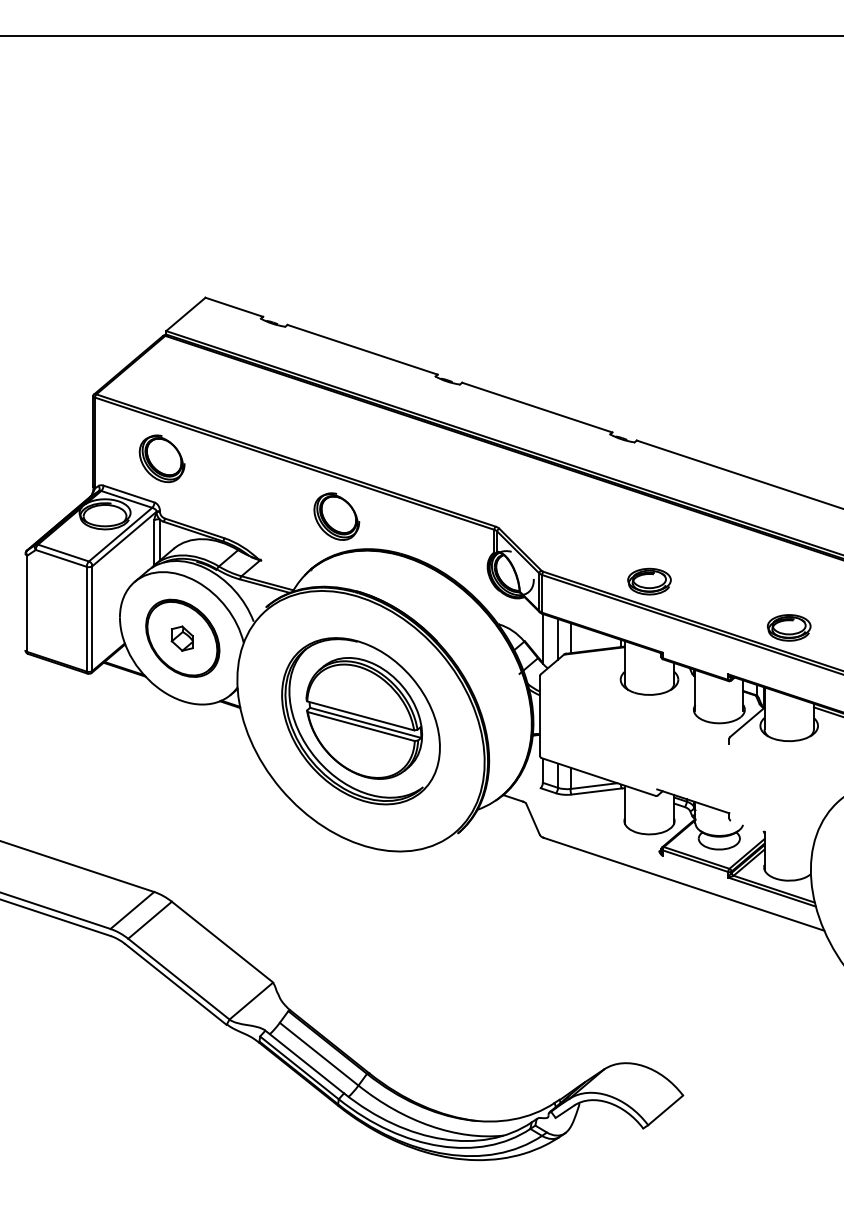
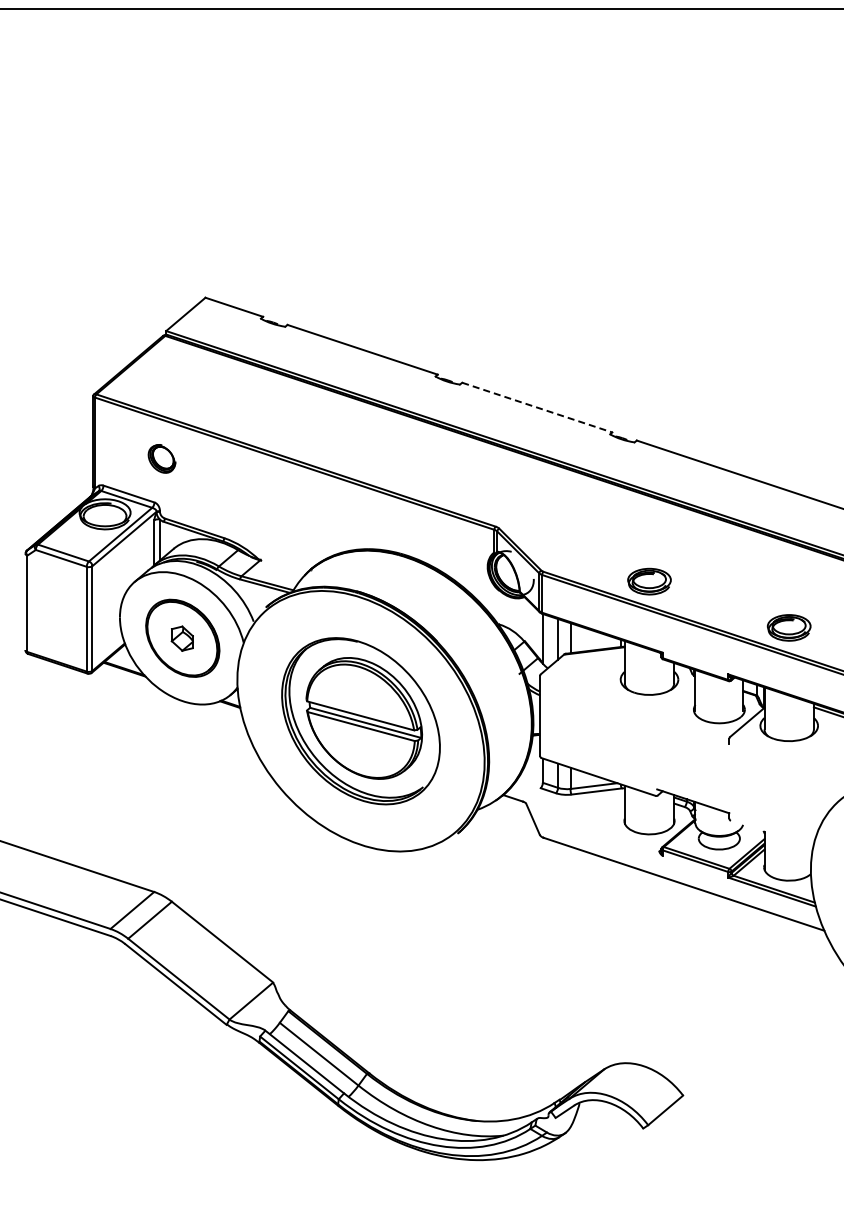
line at (421, 36) position: (421, 36) -> (421, 9)
line at (537, 407): solid -> dashed
part at (161, 458) size: 48x50 px -> 30x30 px
part at (336, 516): present -> none
